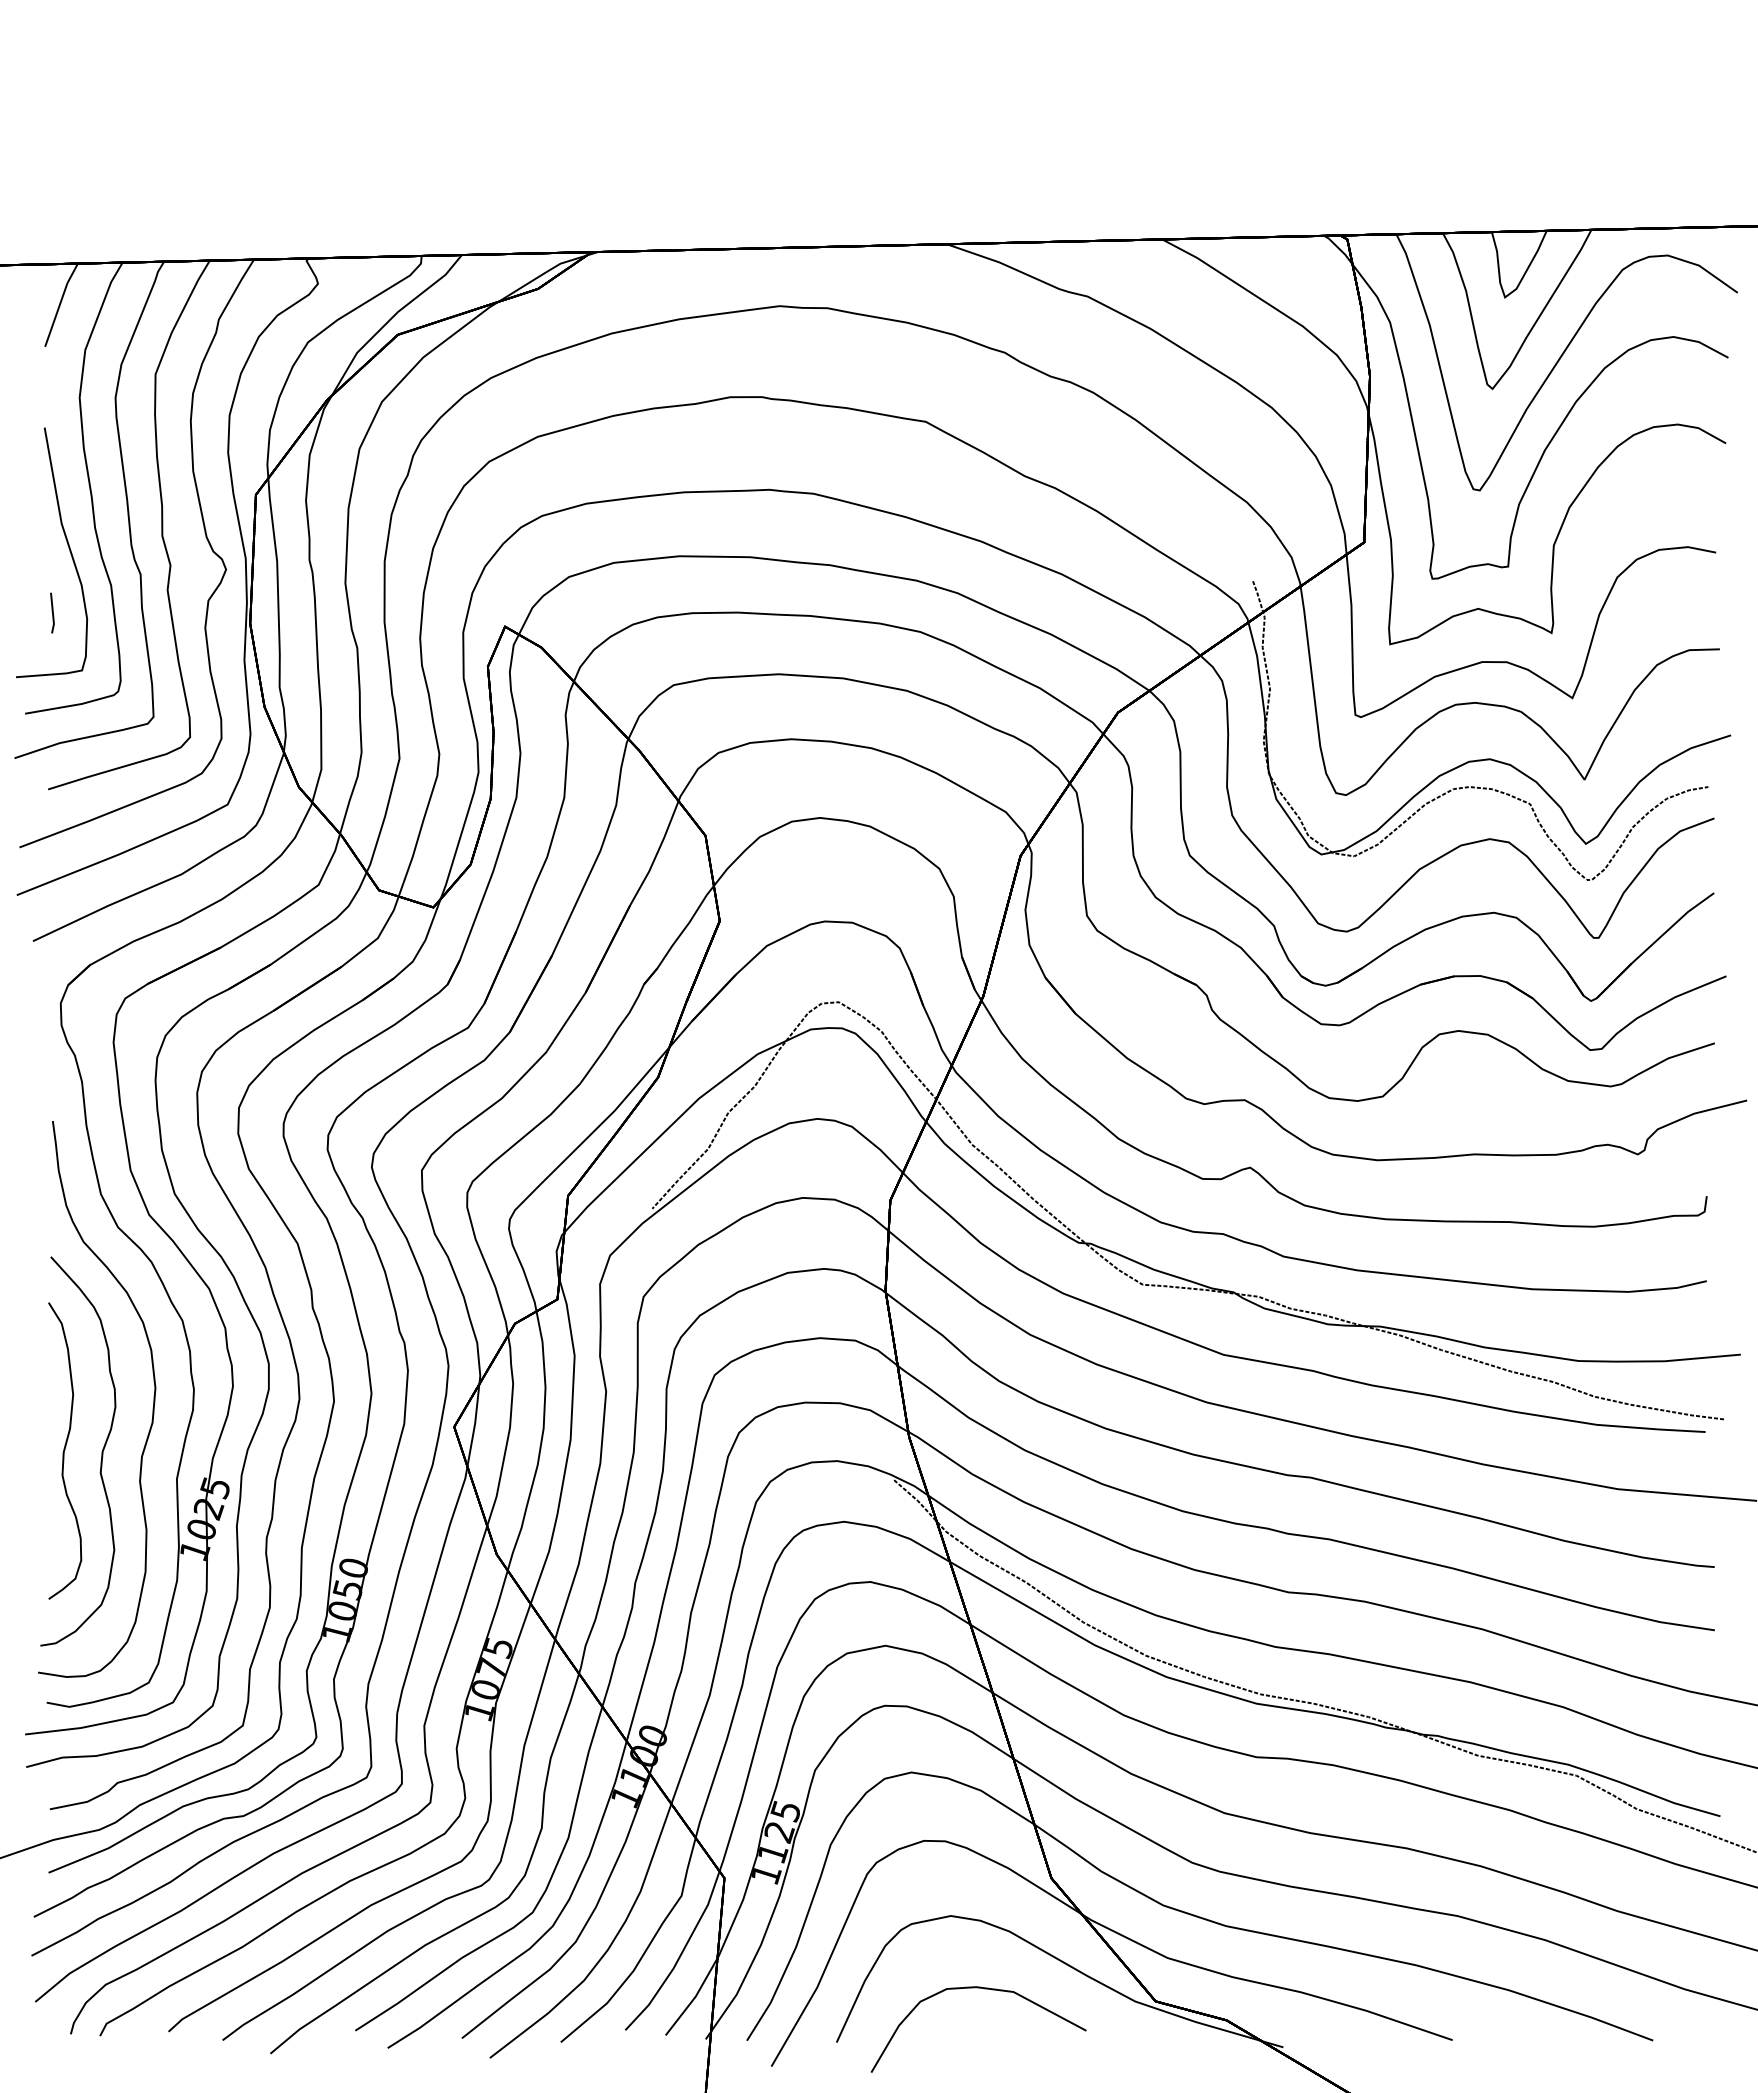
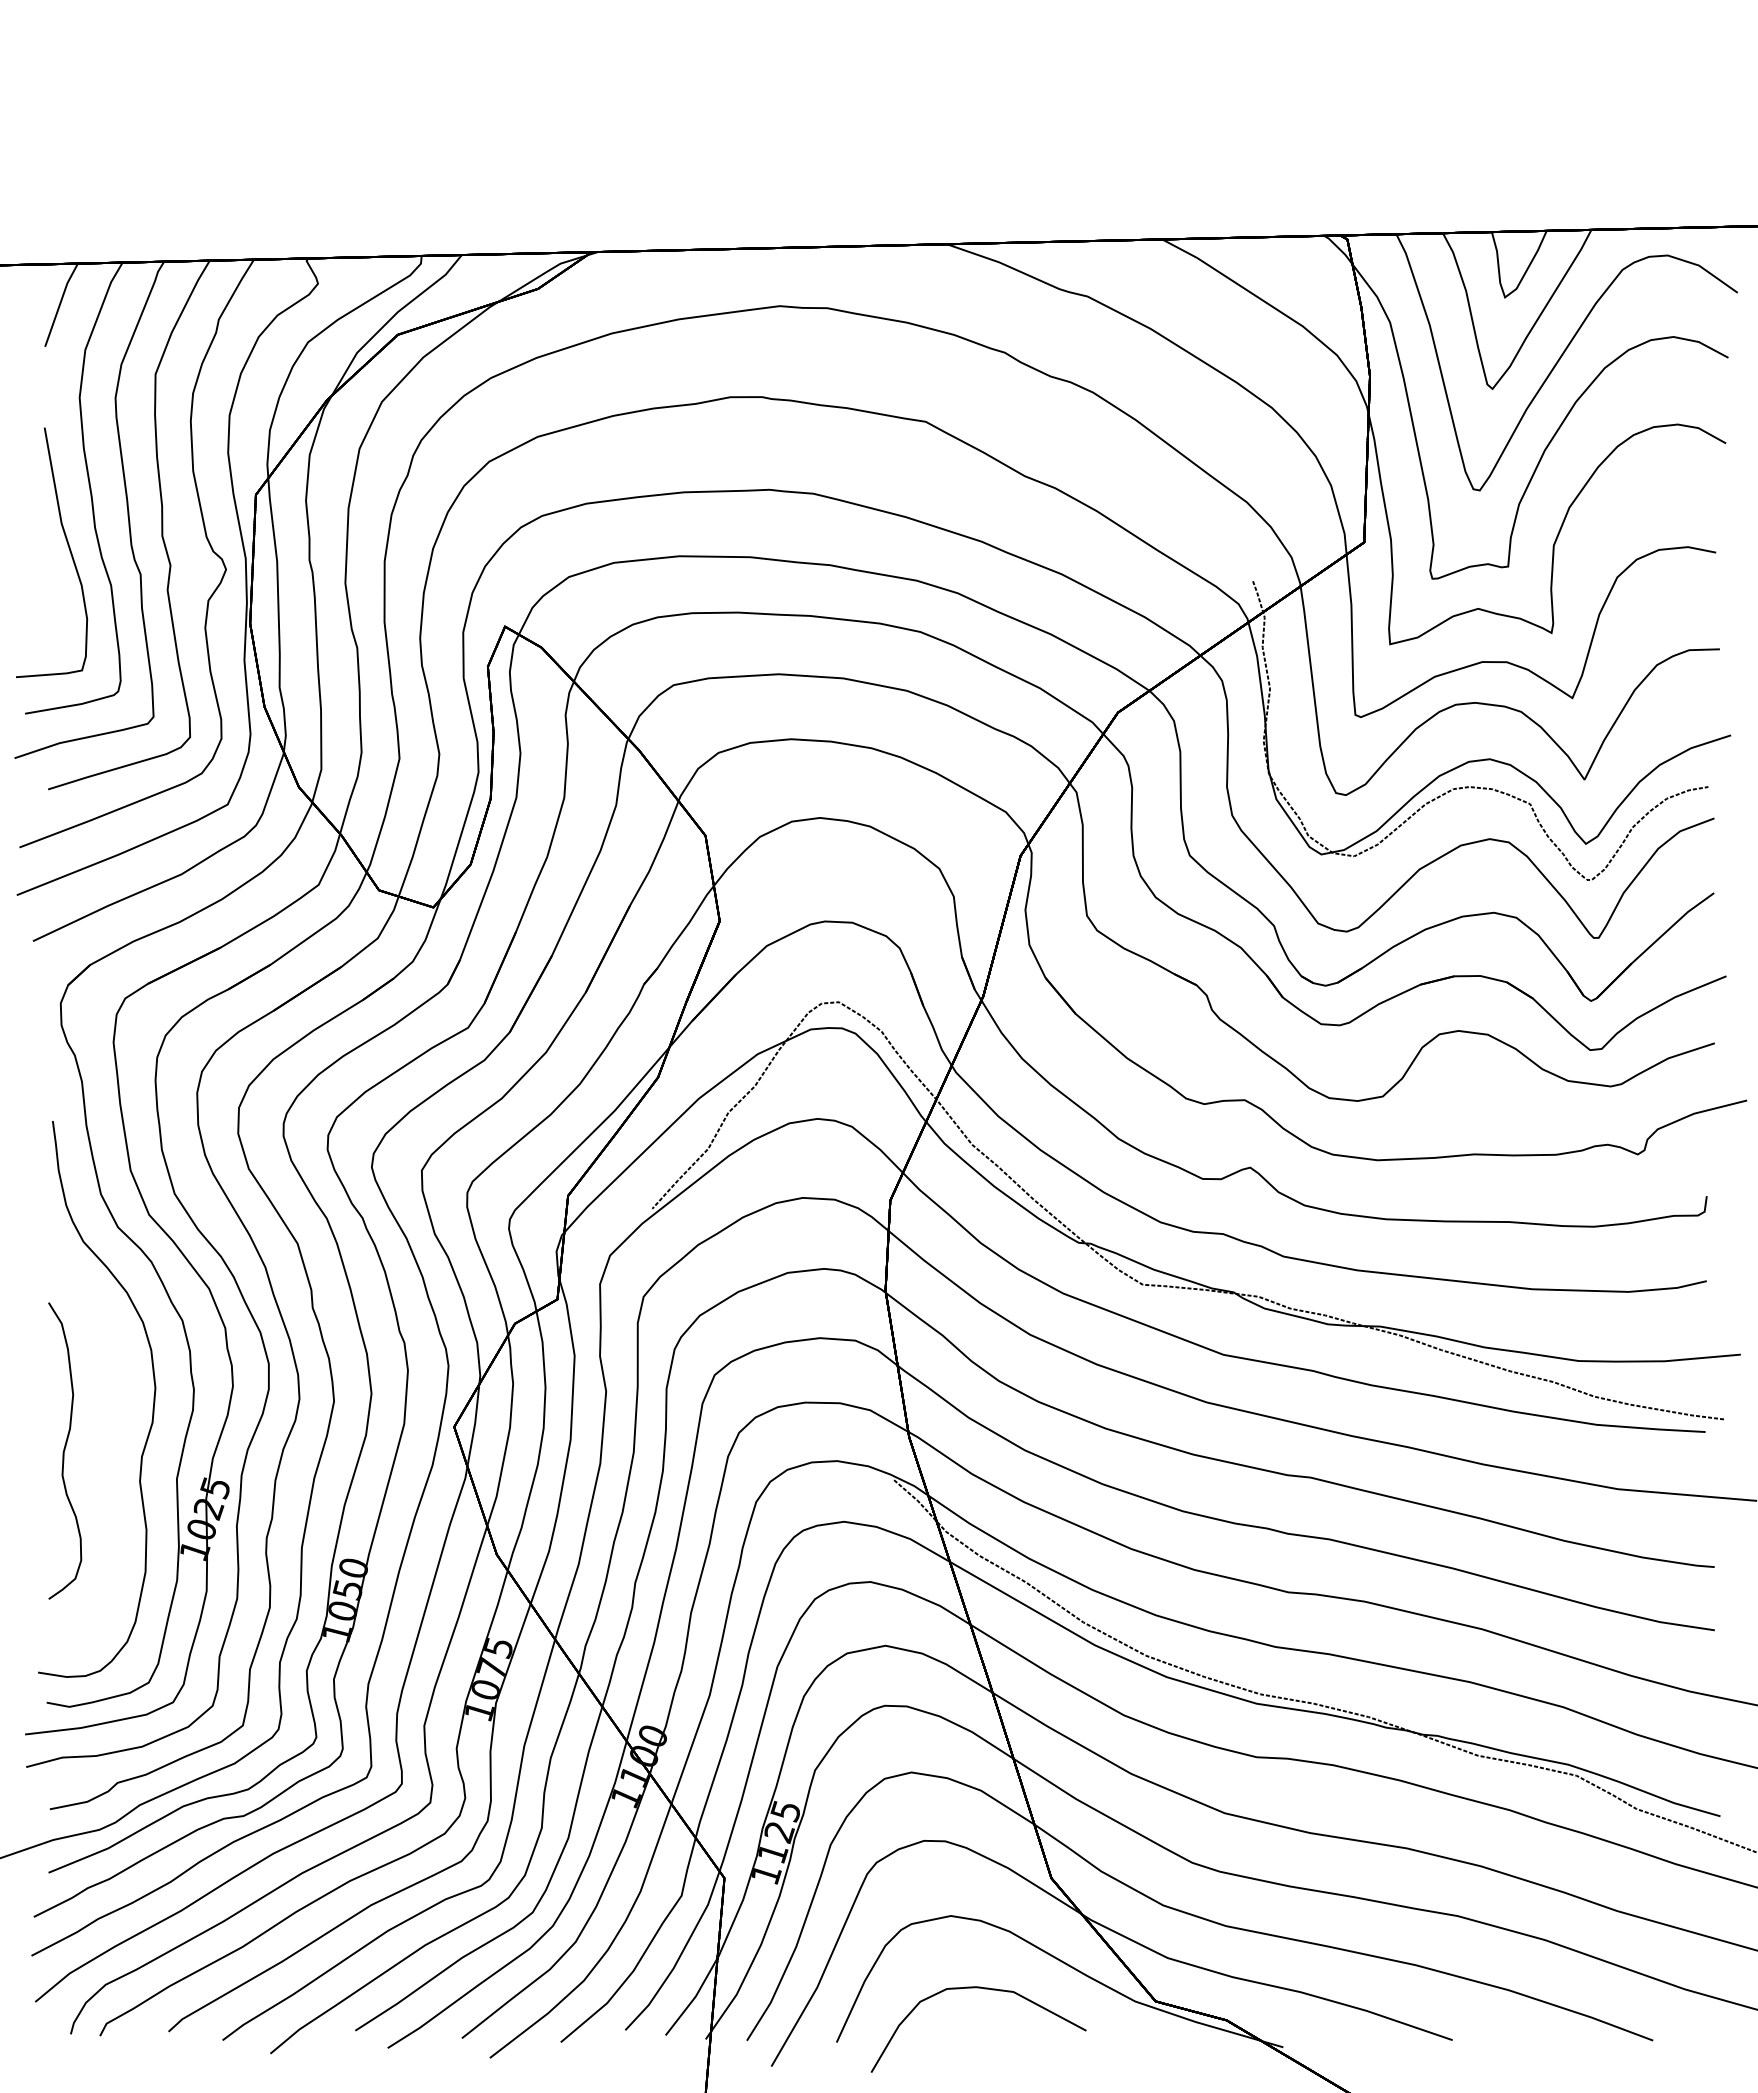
part at (52, 612): present -> none
part at (101, 1451): present -> none
